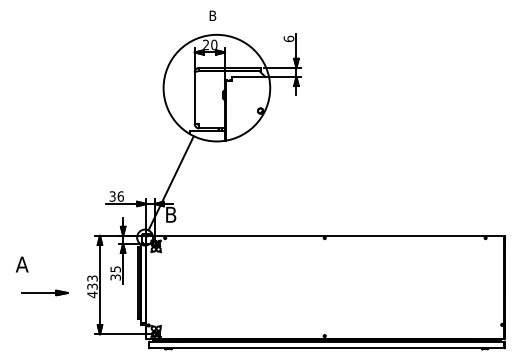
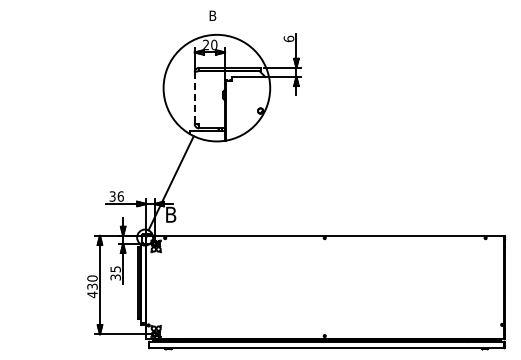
line at (194, 98): solid -> dashed
part at (28, 272): present -> none
text at (92, 278): 433 -> 430
